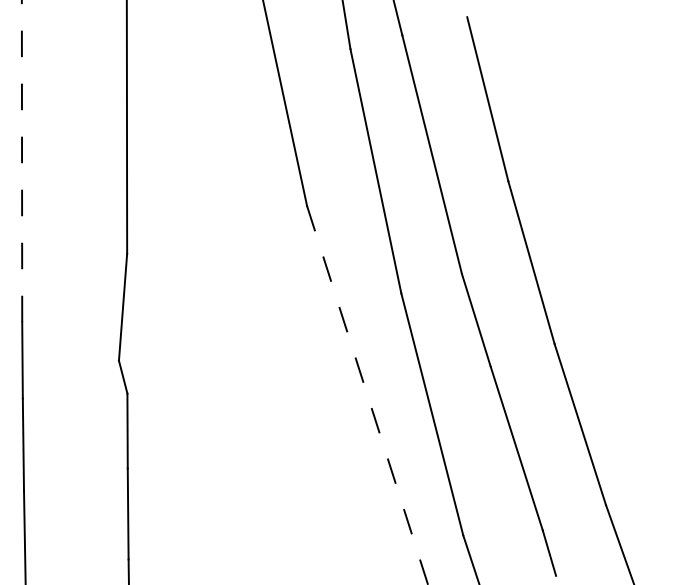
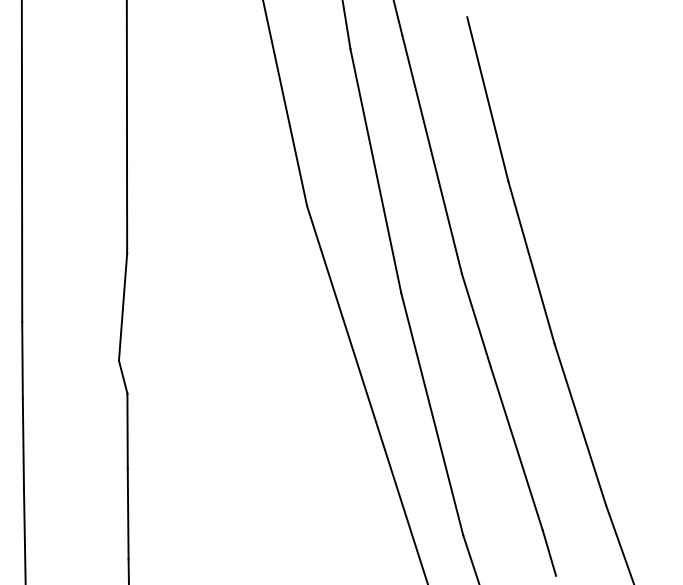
line at (22, 161): dashed -> solid
line at (367, 395): dashed -> solid
